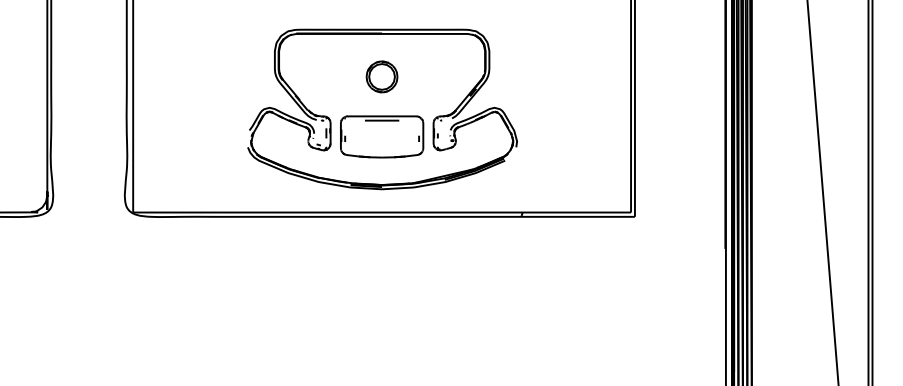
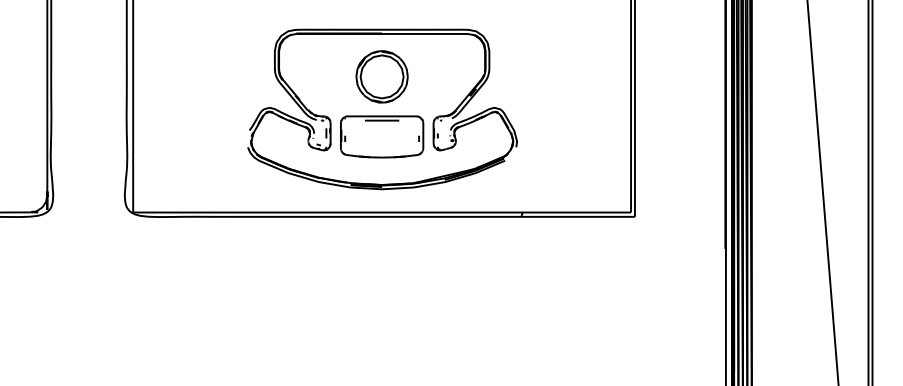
part at (381, 76) size: 34x34 px -> 54x54 px
